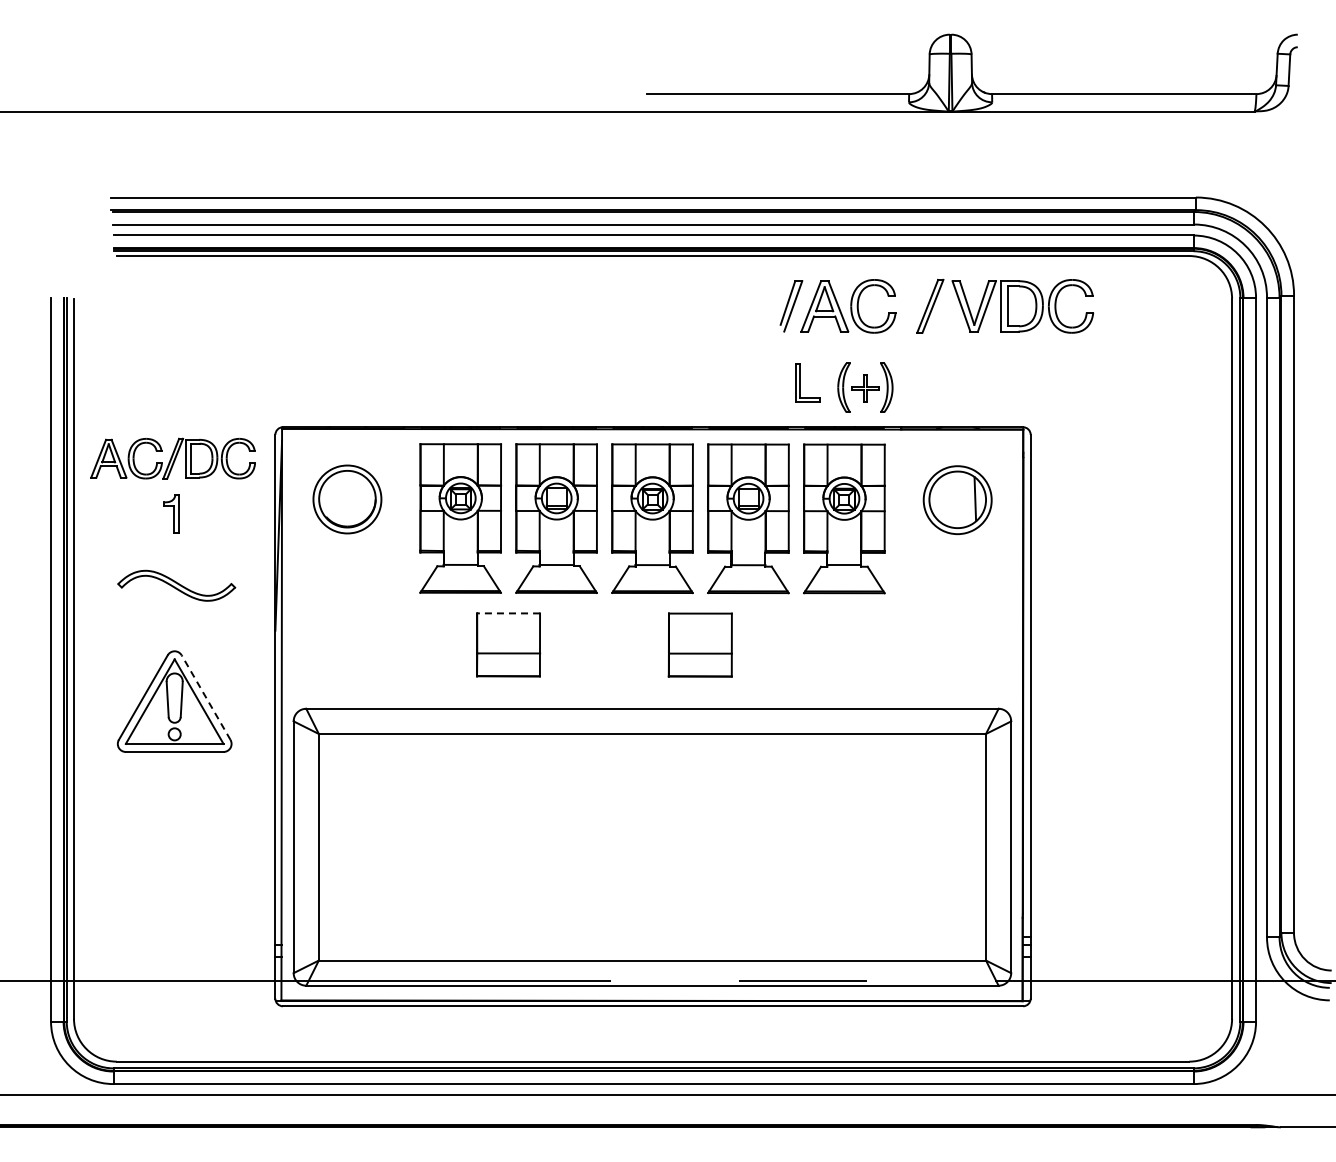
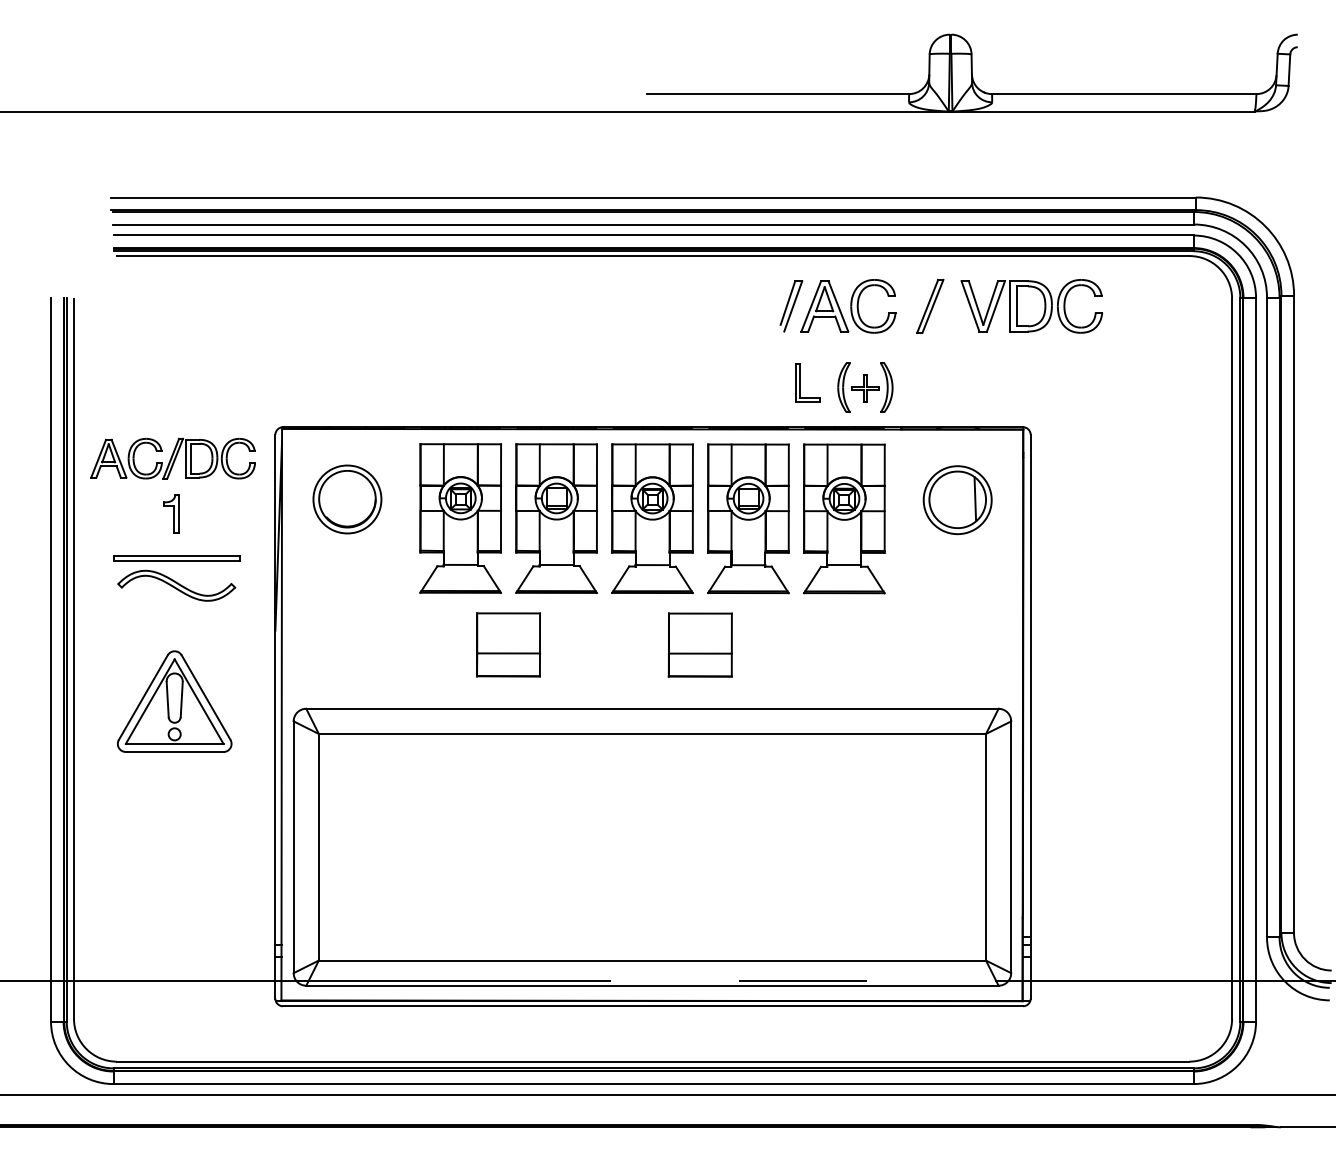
part at (1022, 306) position: (1022, 306) -> (1031, 306)
part at (176, 558): none -> present
line at (508, 613): dashed -> solid
line at (206, 697): dashed -> solid
